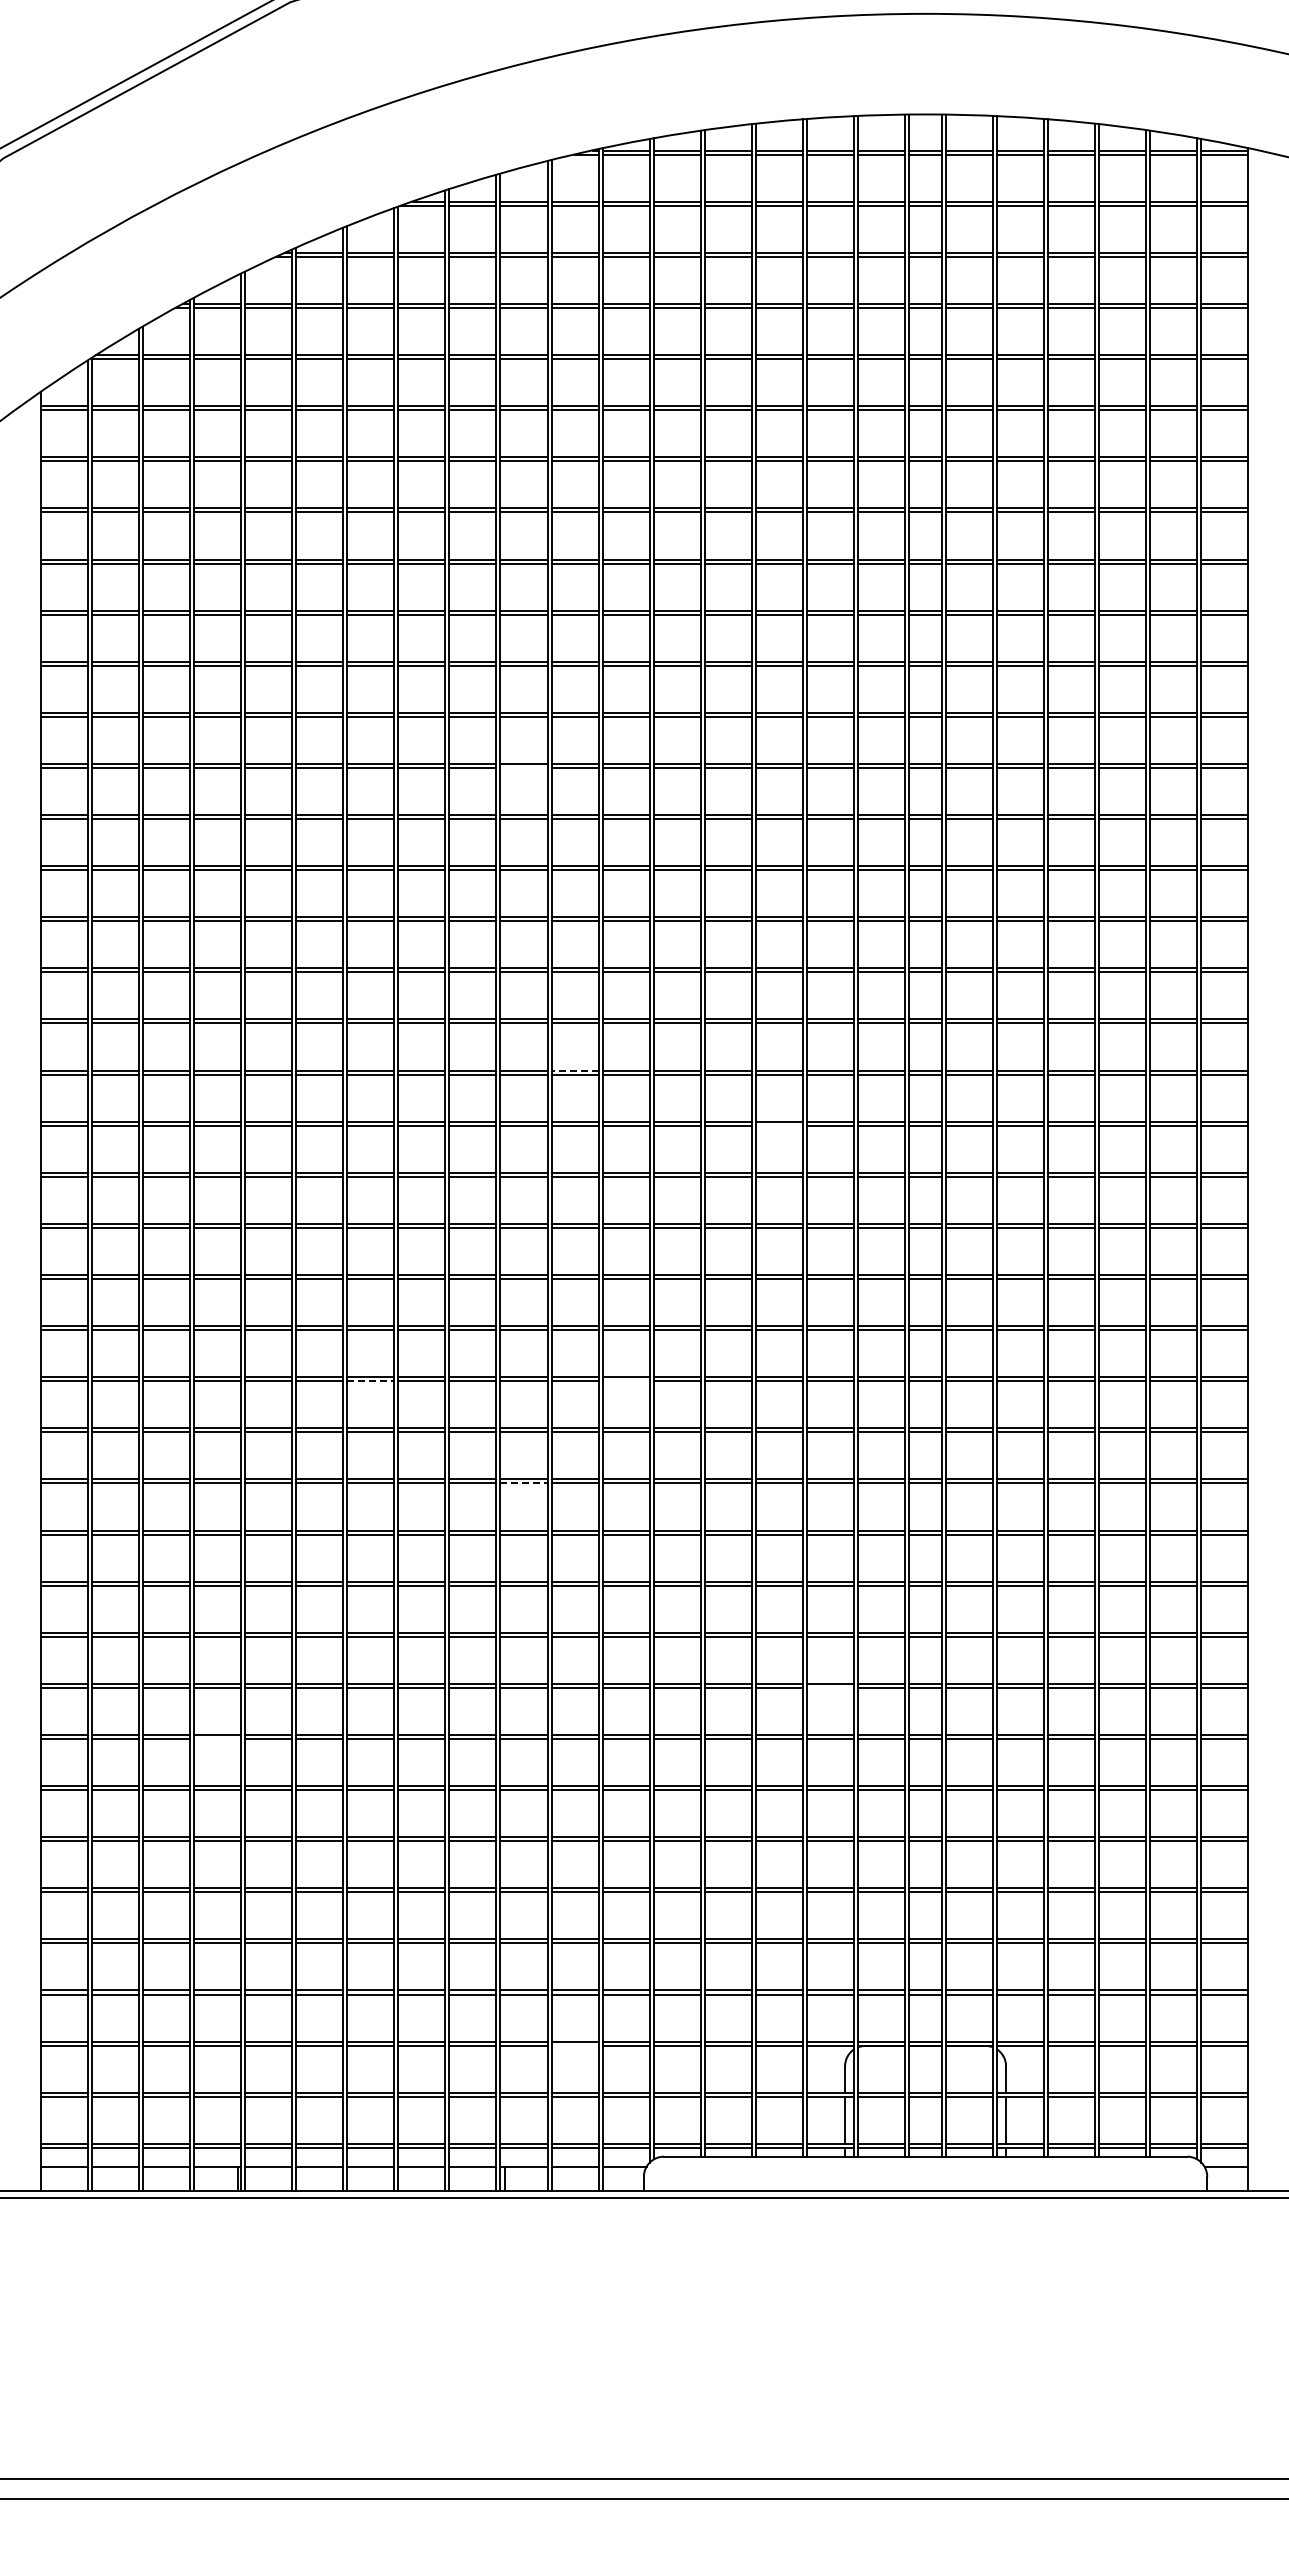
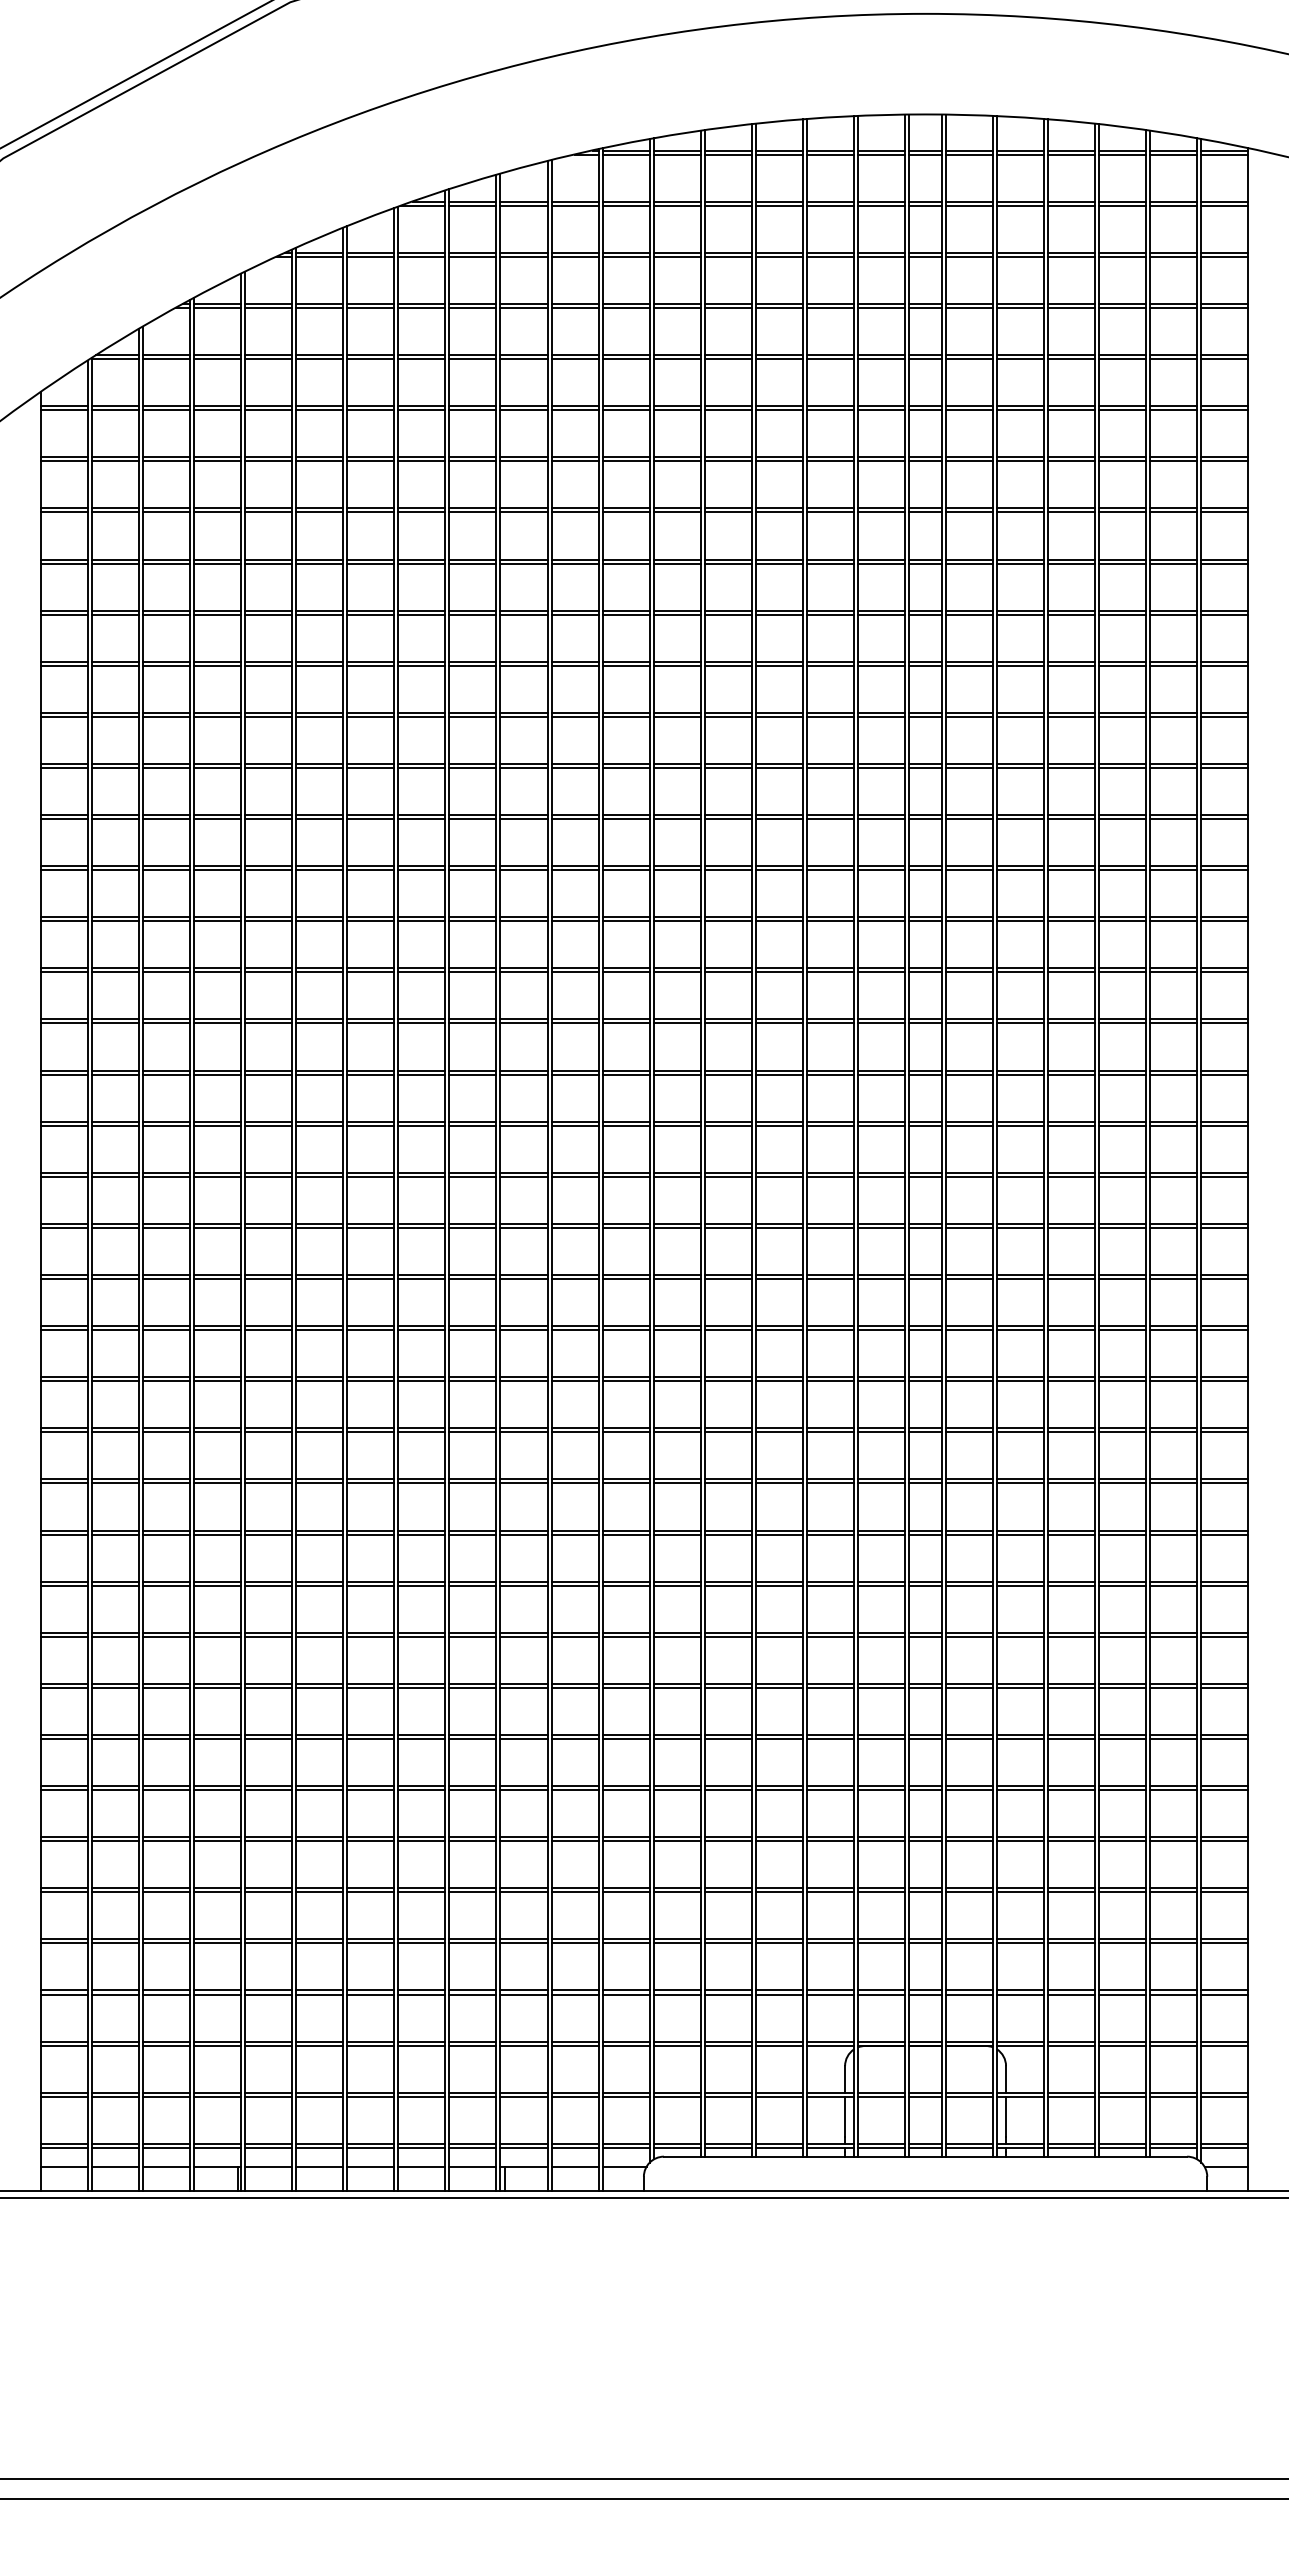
line at (523, 767): none -> present
line at (575, 1070): dashed -> solid
line at (779, 1125): none -> present
line at (370, 1381): dashed -> solid
line at (625, 1381): none -> present
line at (524, 1483): dashed -> solid
line at (830, 1687): none -> present
line at (216, 1738): none -> present
line at (574, 2045): none -> present
